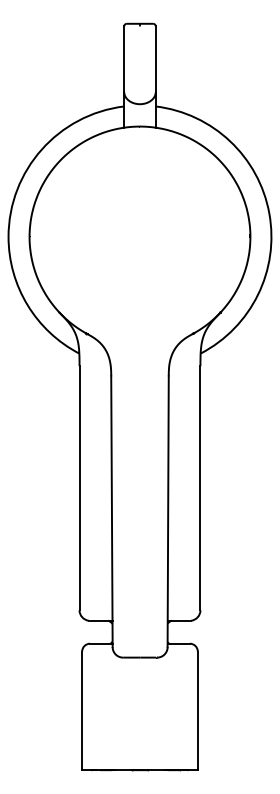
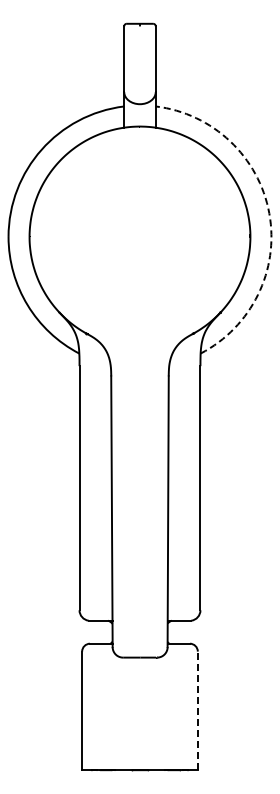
arc at (269, 213): solid -> dashed
line at (197, 710): solid -> dashed
